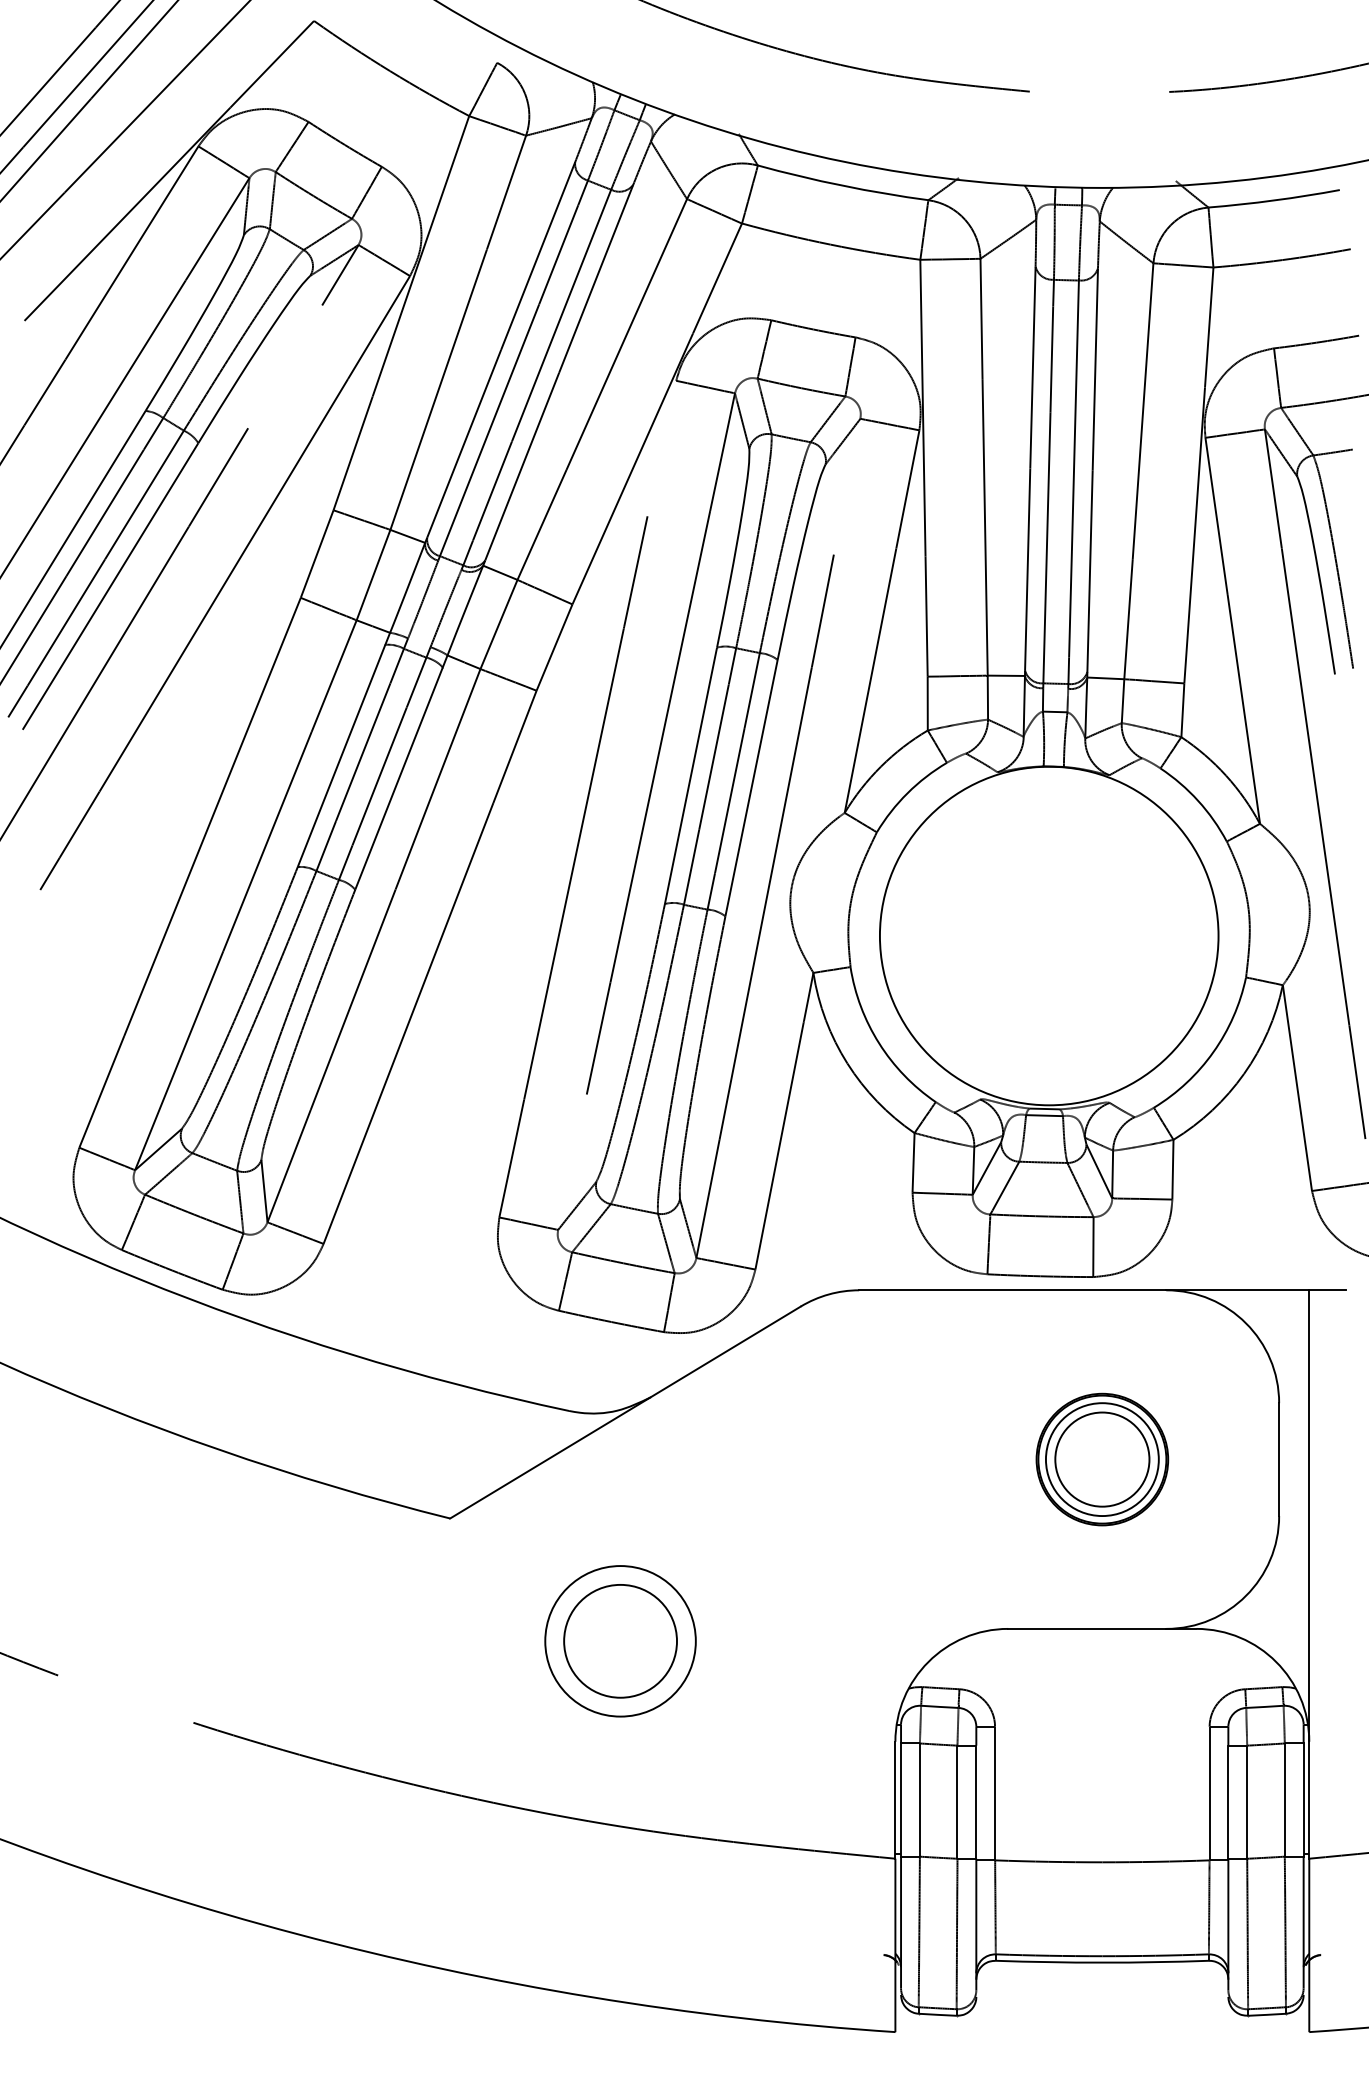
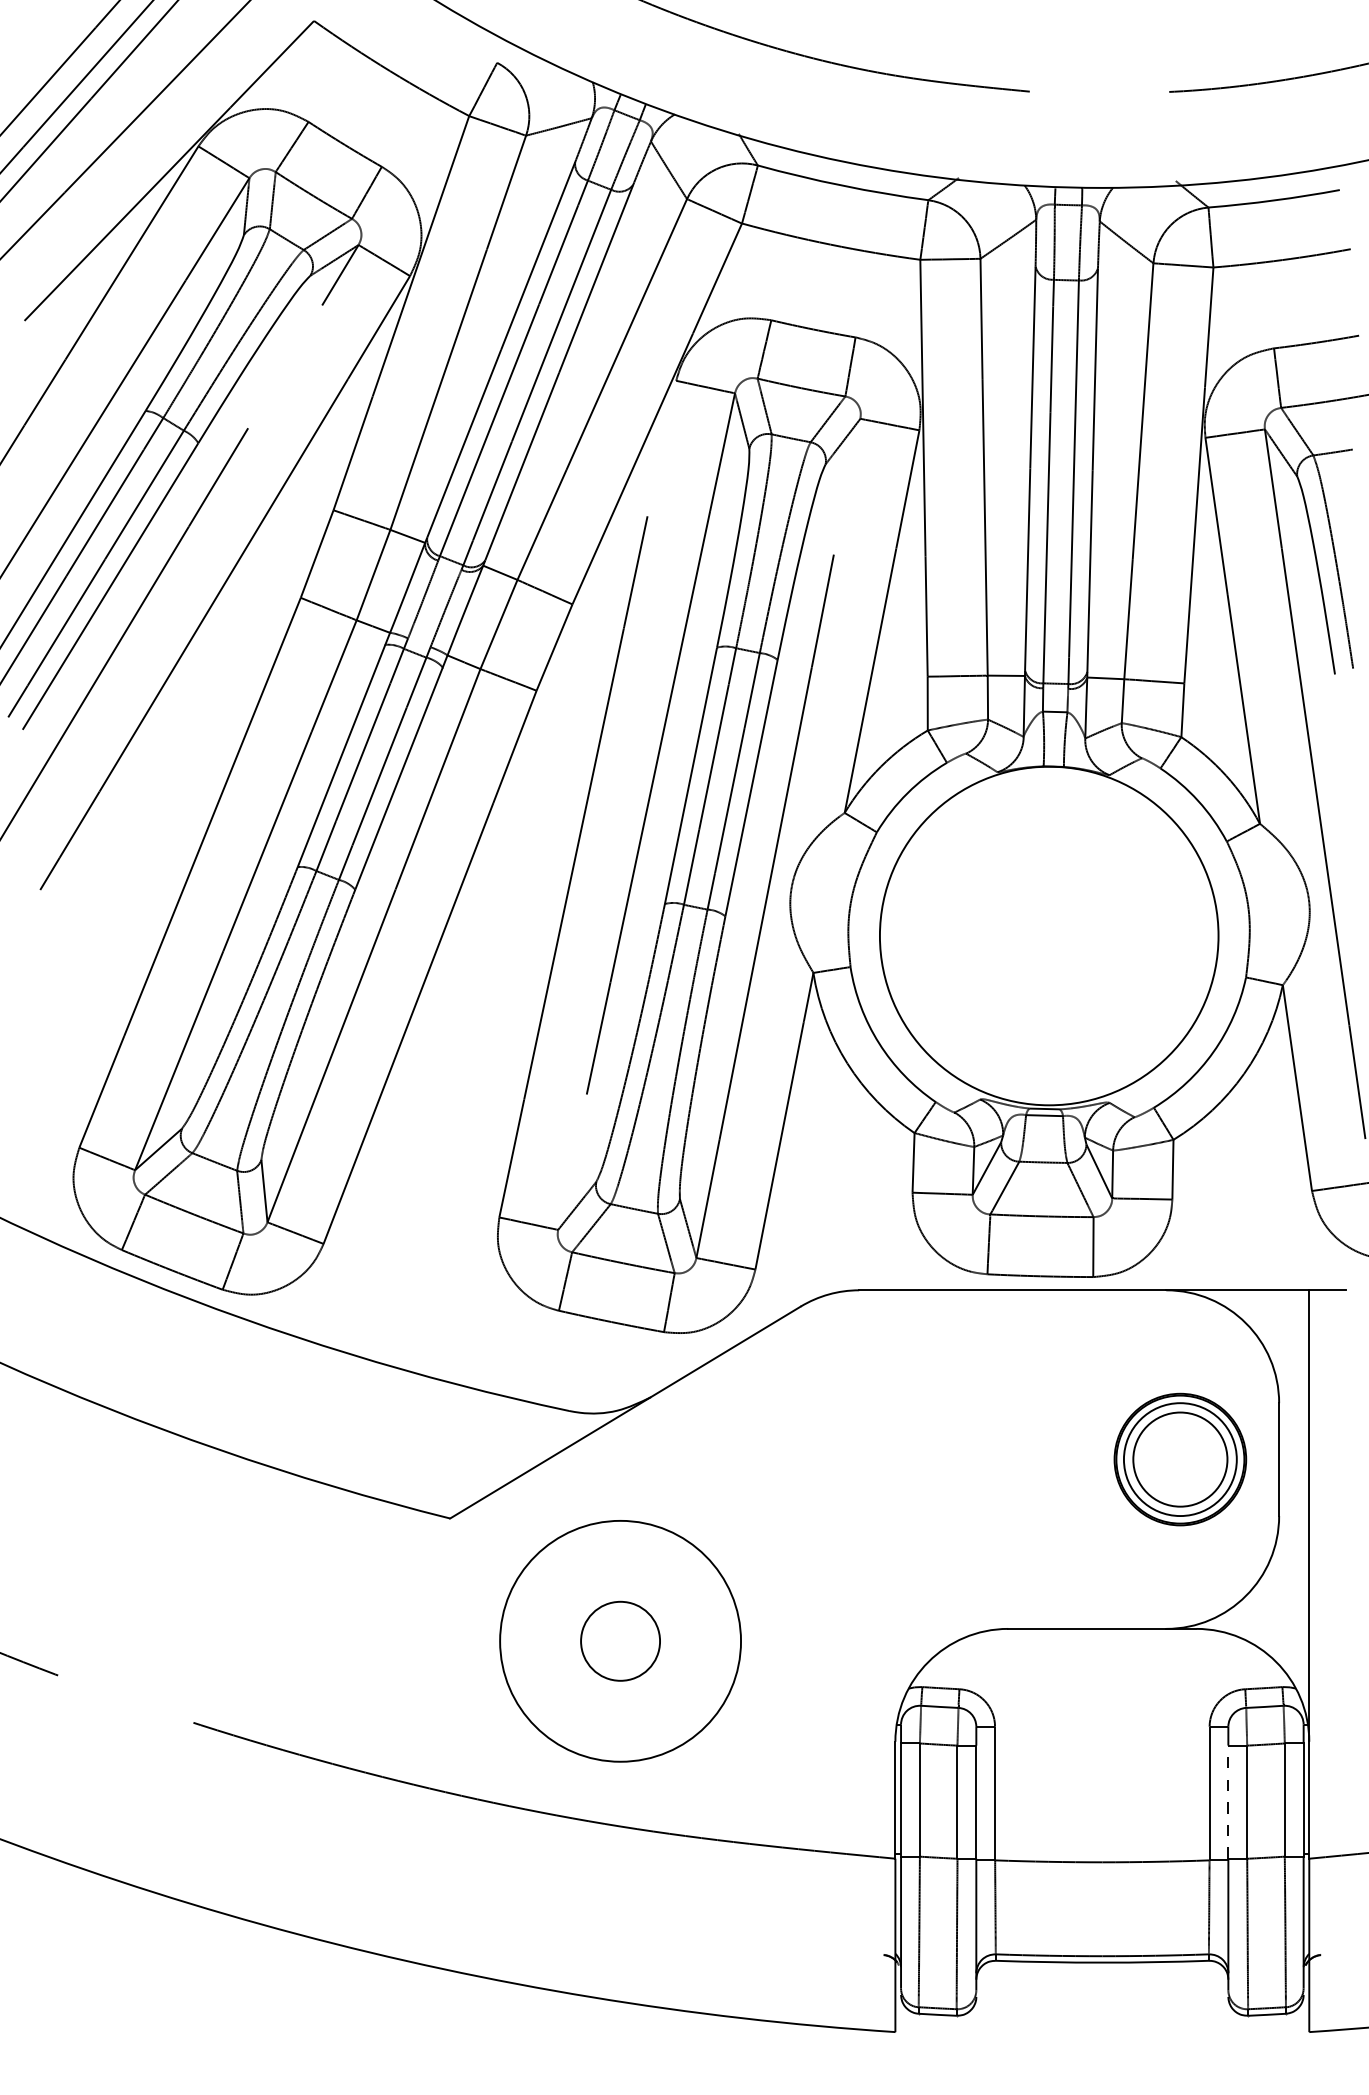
part at (1102, 1459) position: (1102, 1459) -> (1180, 1459)
circle at (620, 1640) diameter: 113 px -> 79 px
circle at (620, 1641) diameter: 151 px -> 241 px
line at (1228, 1802): solid -> dashed
